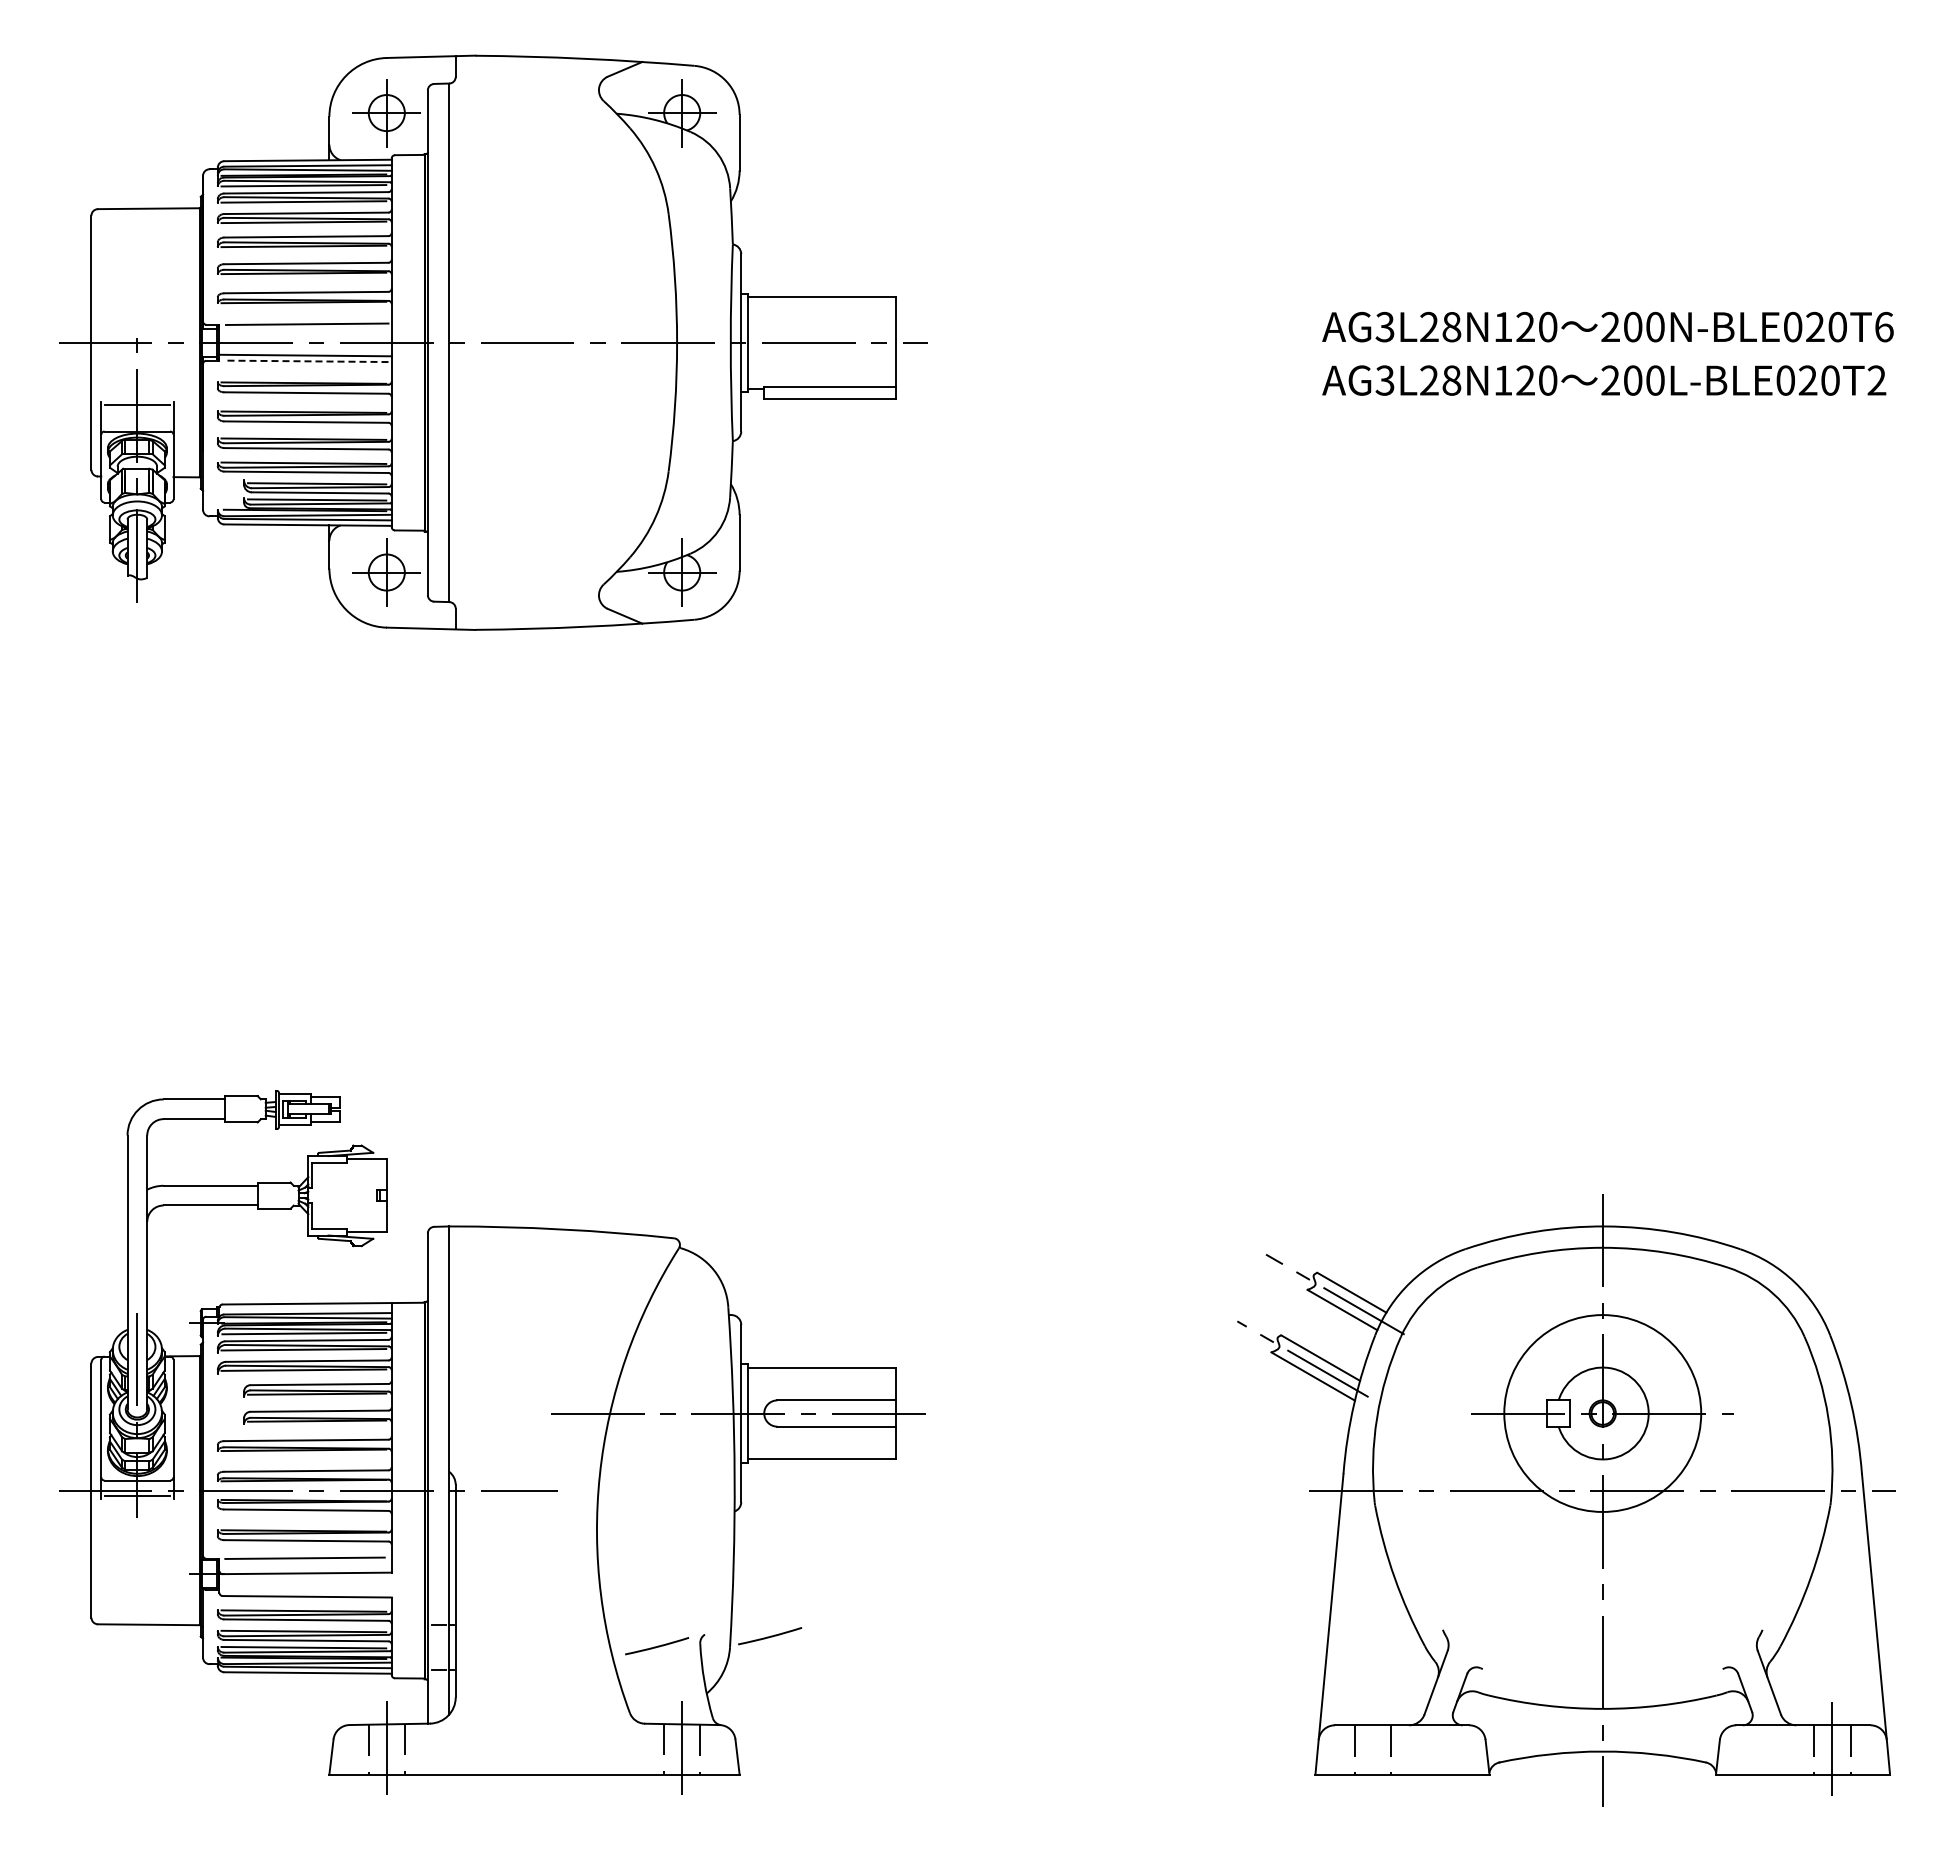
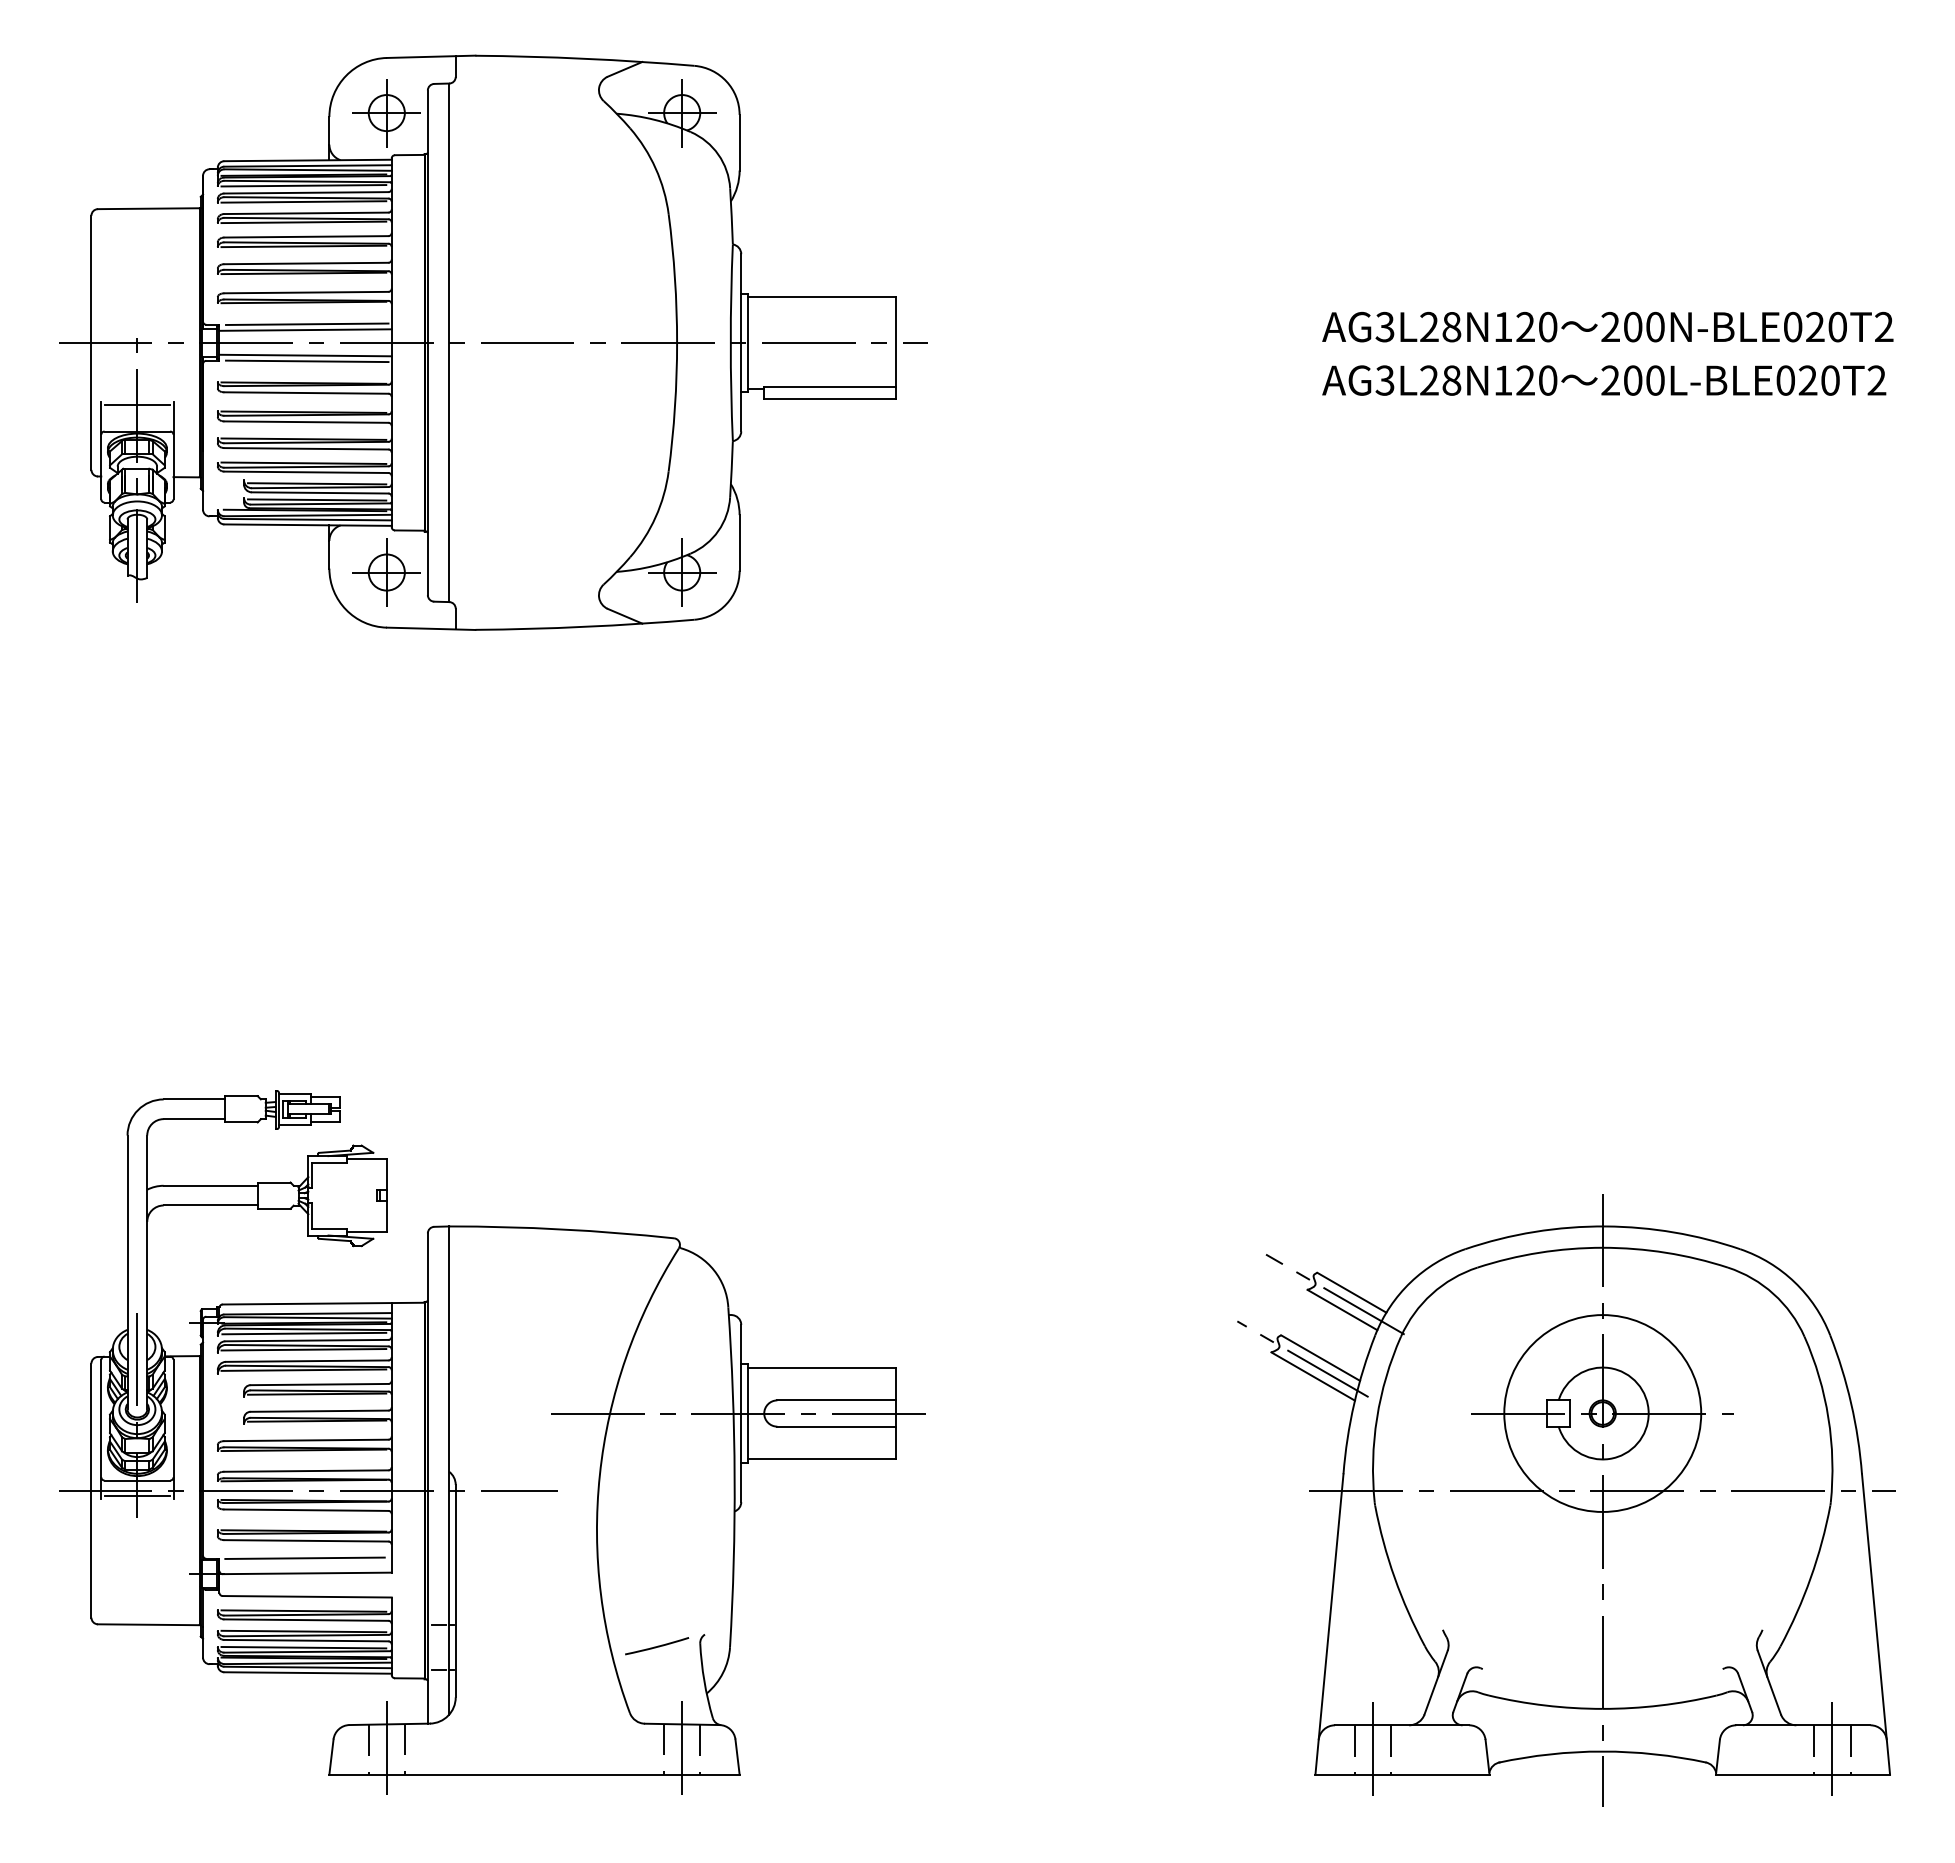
text at (1884, 326): 200N-BLE020T6 -> 200N-BLE020T2
line at (305, 329): none -> present
line at (306, 361): dashed -> solid
line at (770, 1636): present -> none
line at (1373, 1749): none -> present
